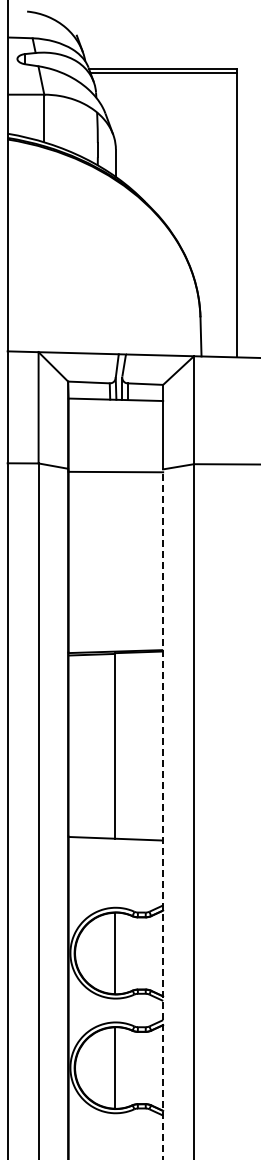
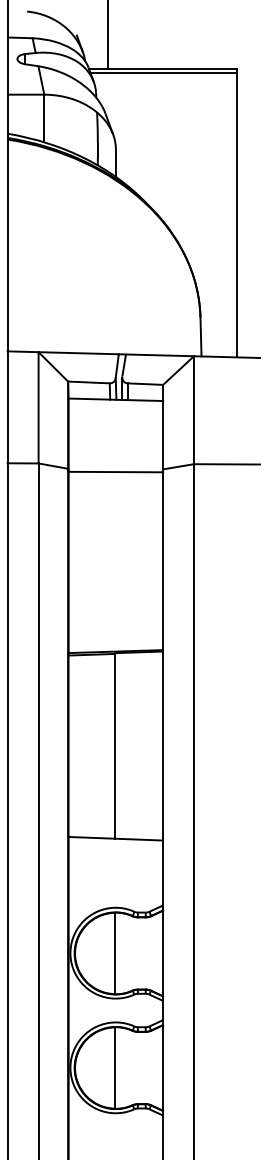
line at (107, 35): none -> present
line at (163, 814): dashed -> solid
